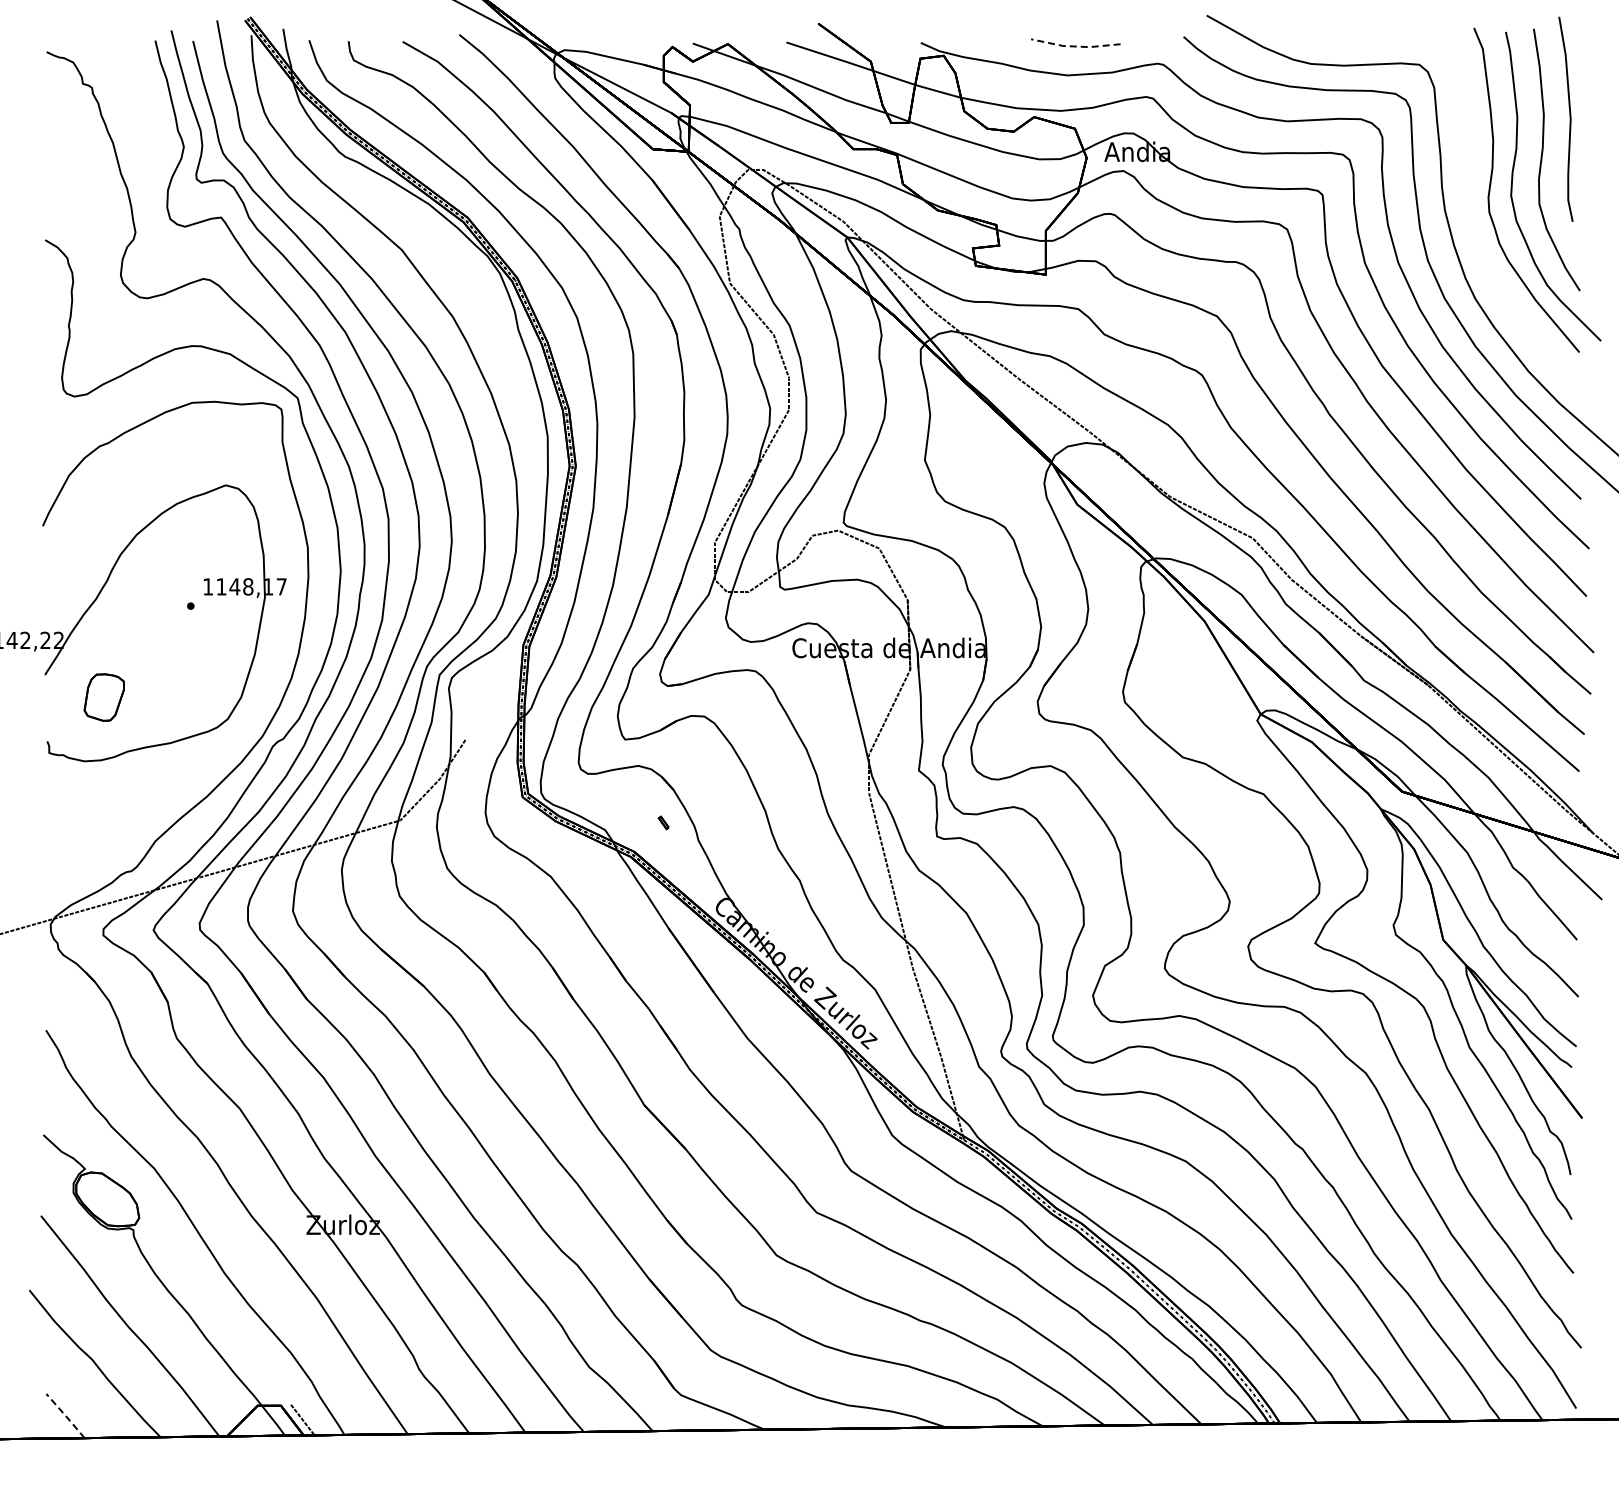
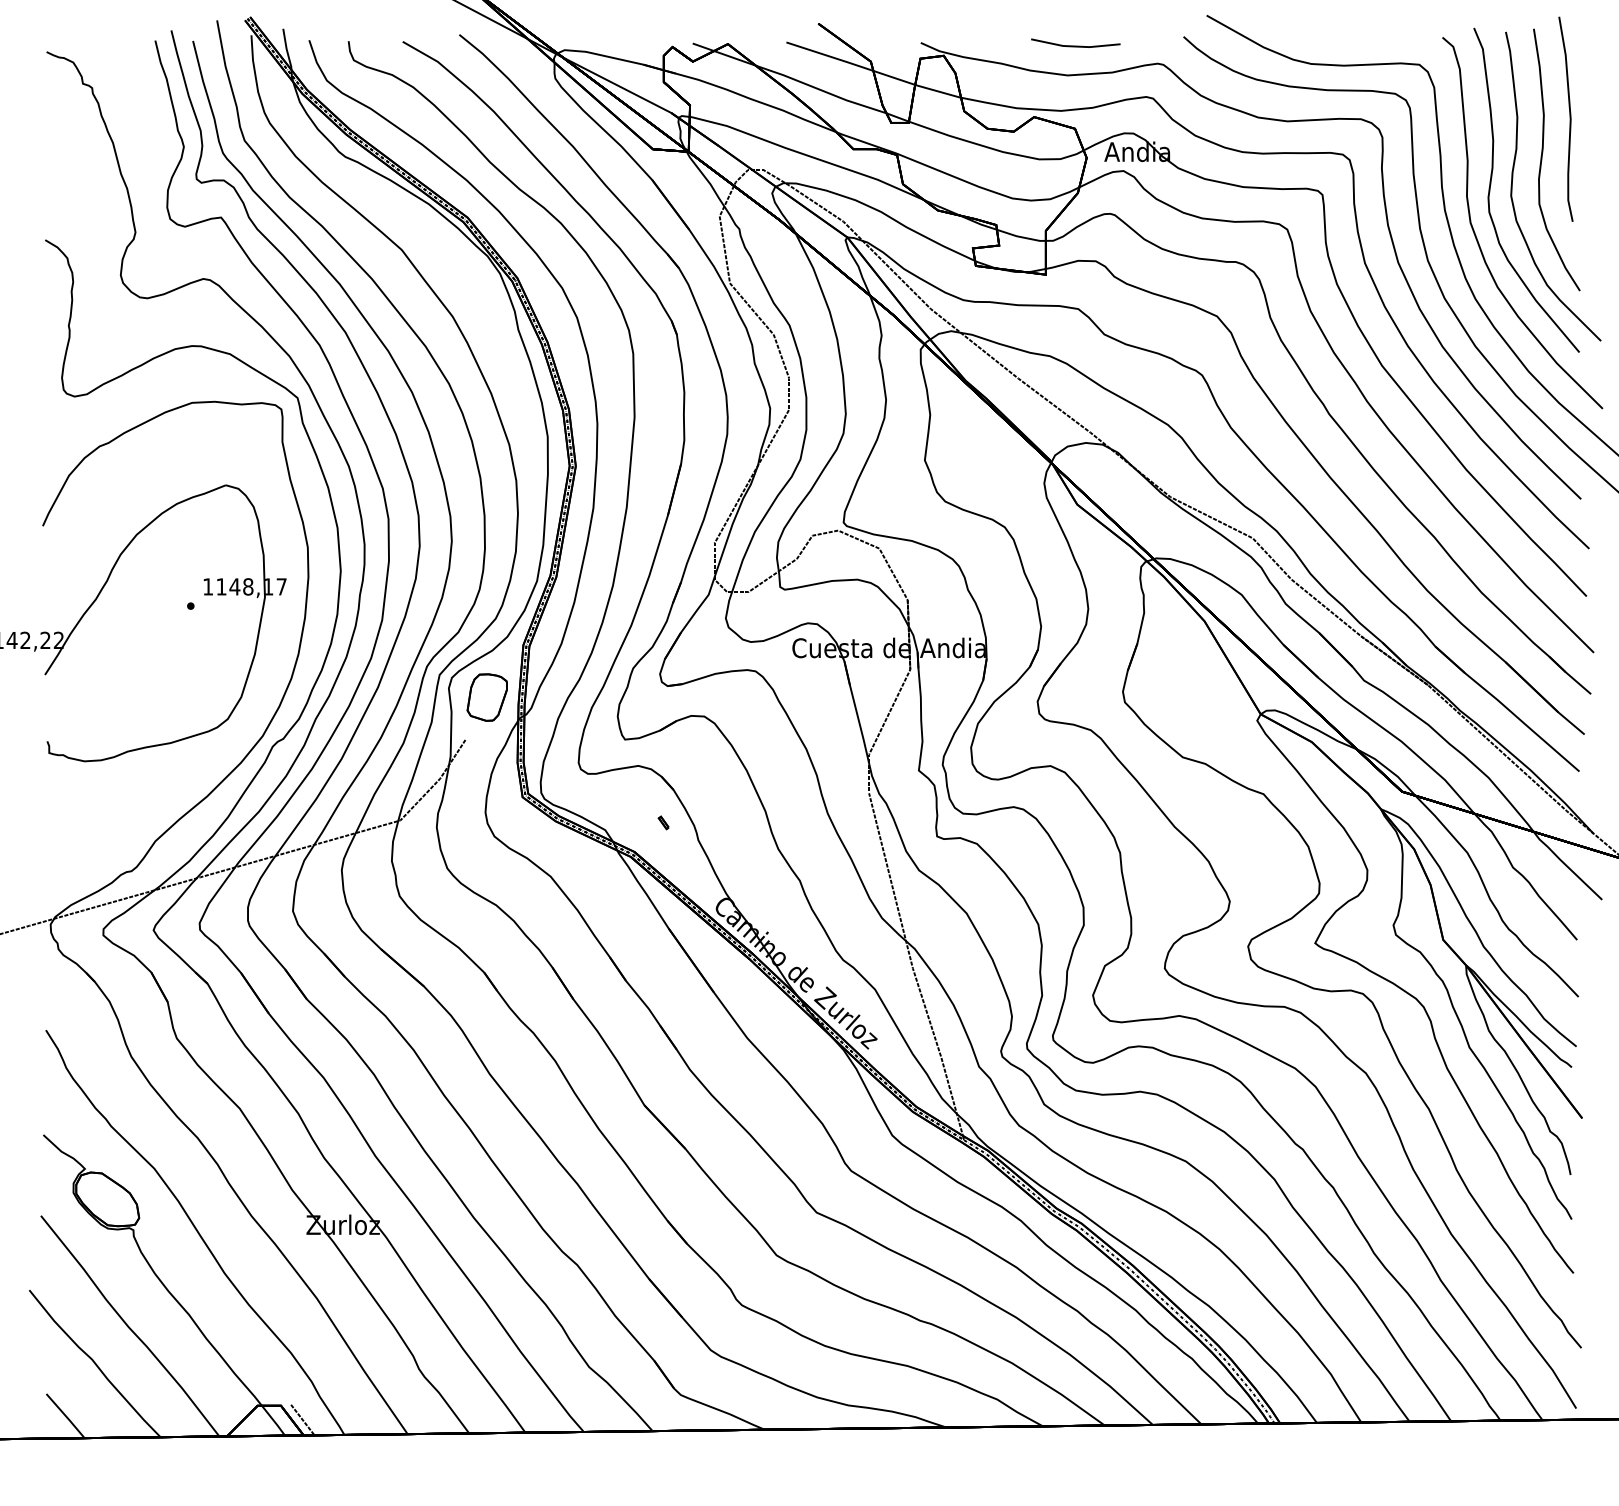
line at (1075, 46): dashed -> solid
curve at (1478, 240): none -> present
part at (103, 697) position: (103, 697) -> (486, 697)
line at (66, 1416): dashed -> solid
